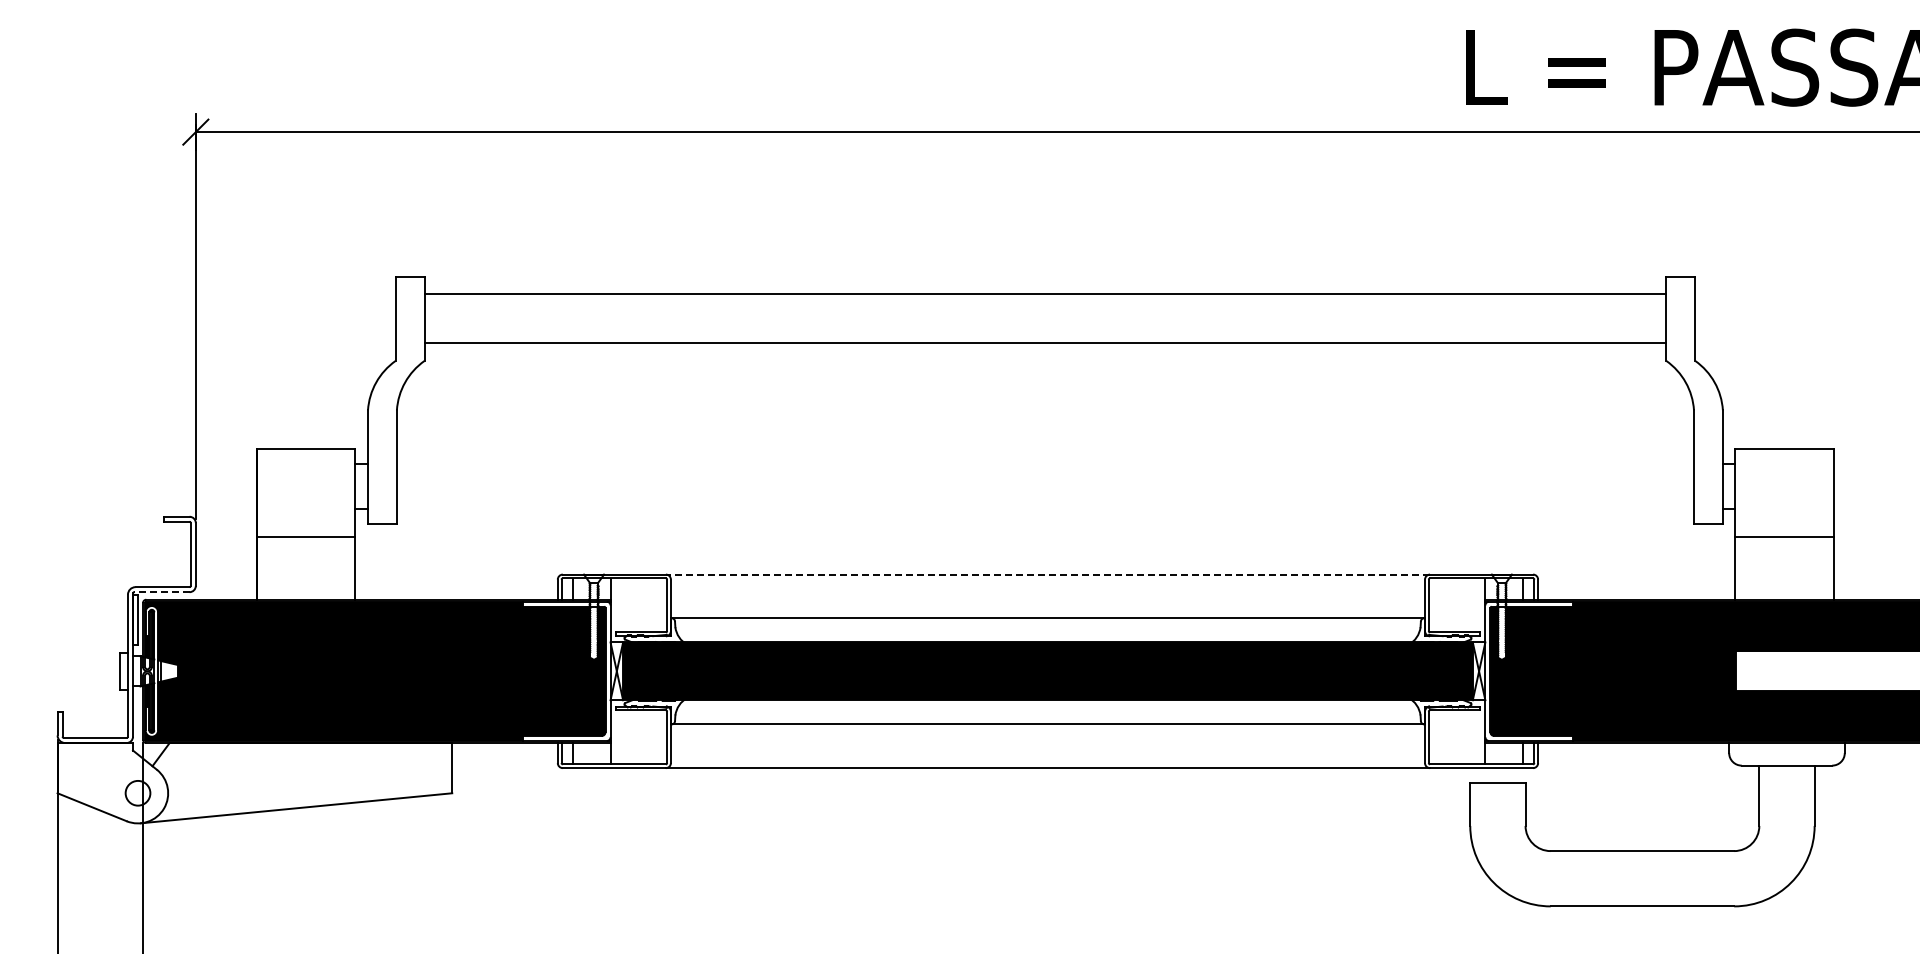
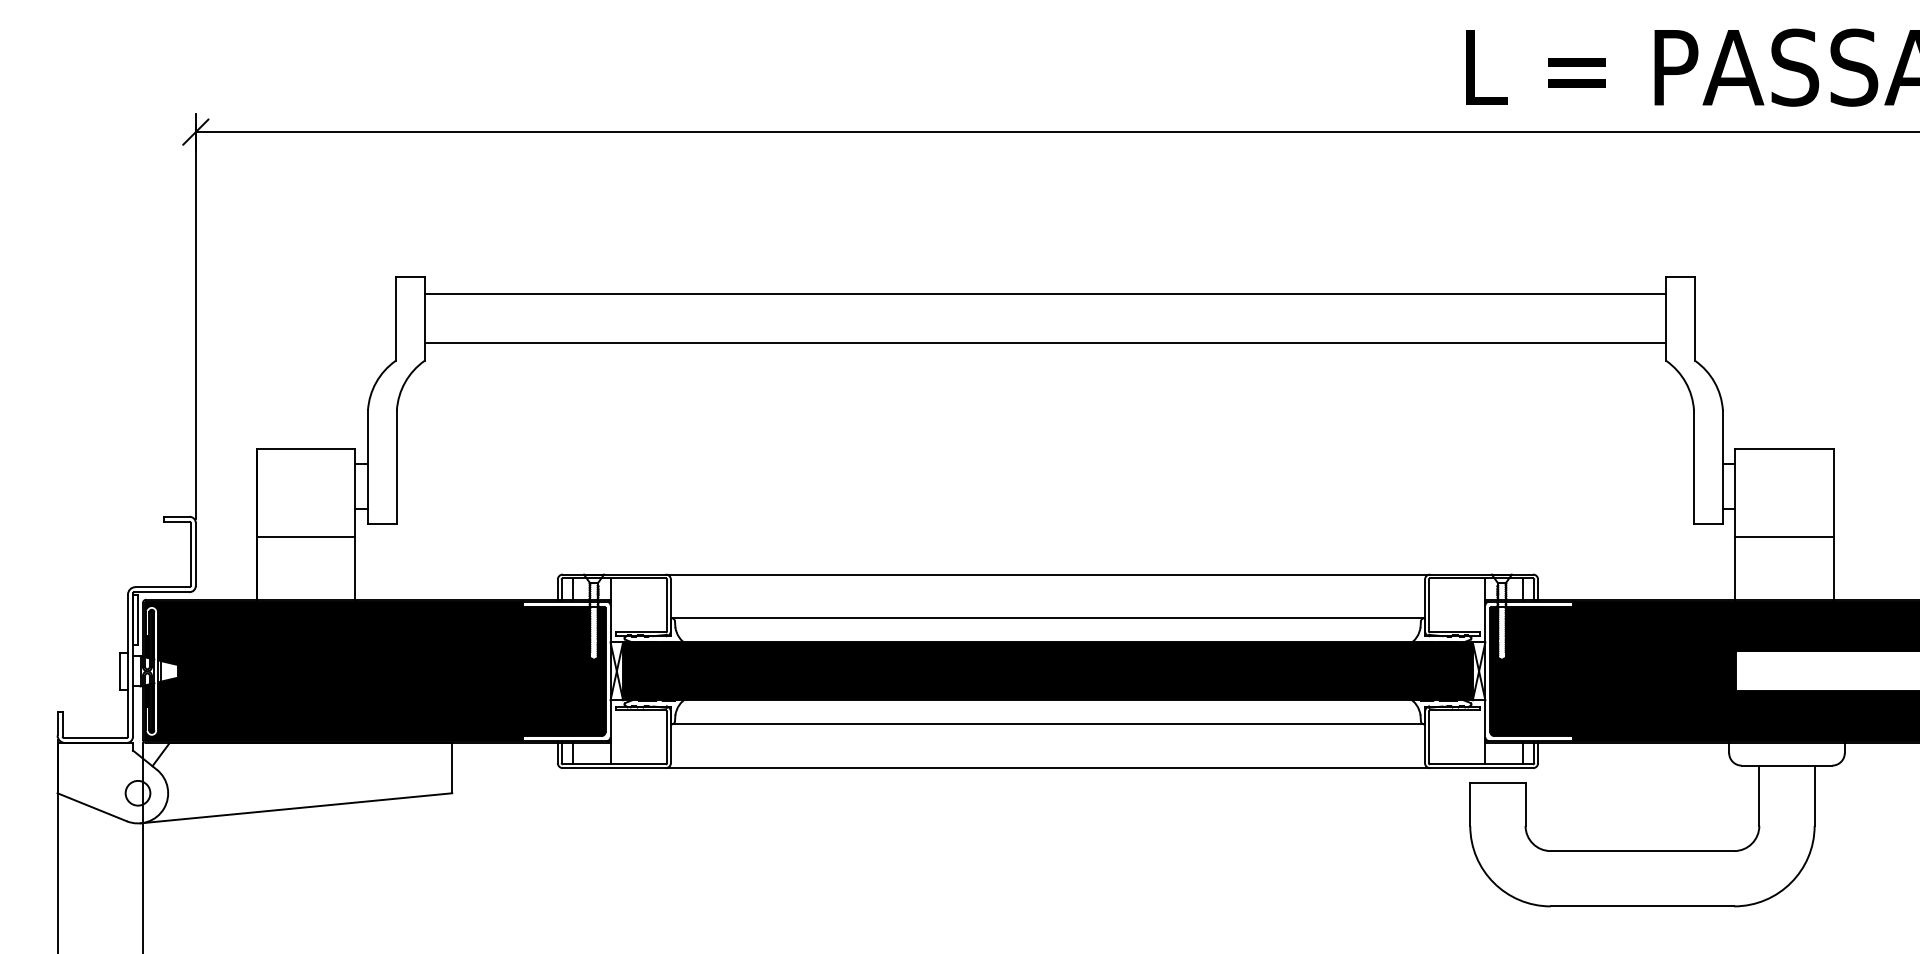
line at (1047, 574): dashed -> solid
line at (161, 592): dashed -> solid
